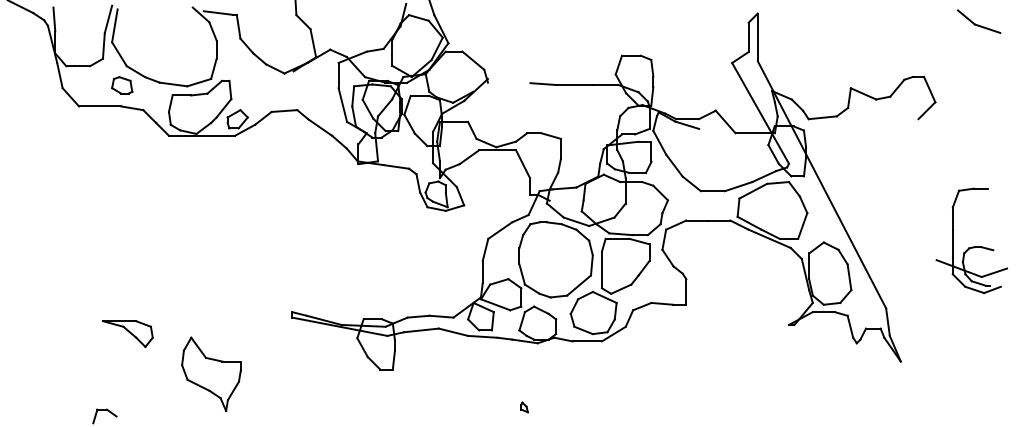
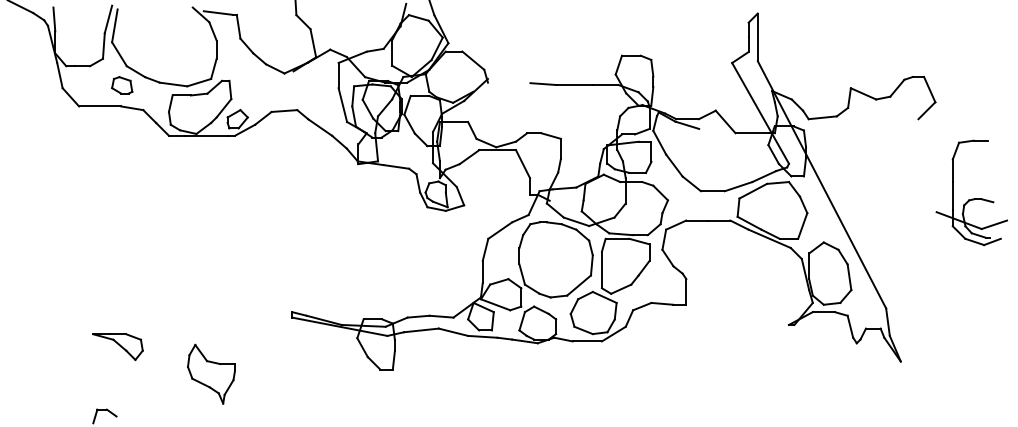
part at (979, 21): present -> none
part at (972, 246) position: (972, 246) -> (972, 198)
part at (127, 334) position: (127, 334) -> (117, 347)
part at (211, 373) size: 61x76 px -> 49x62 px
part at (524, 407): present -> none
